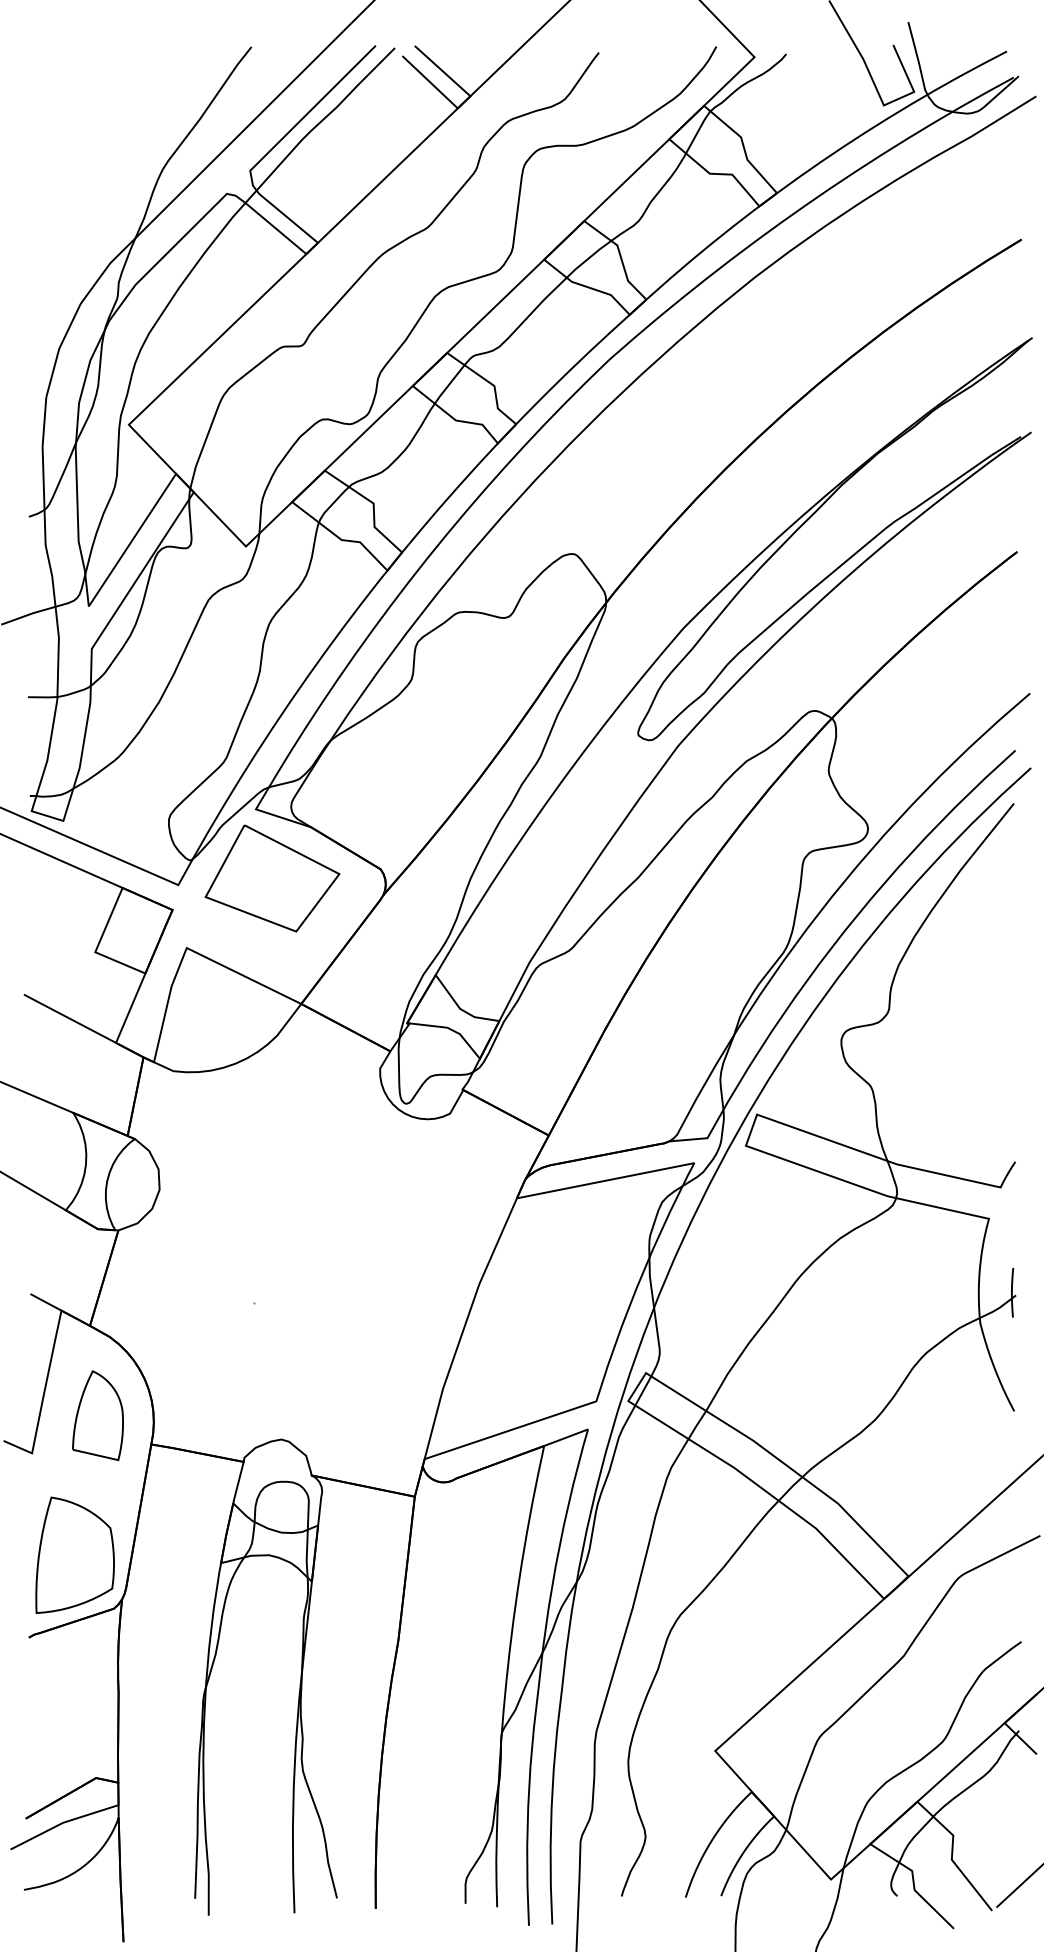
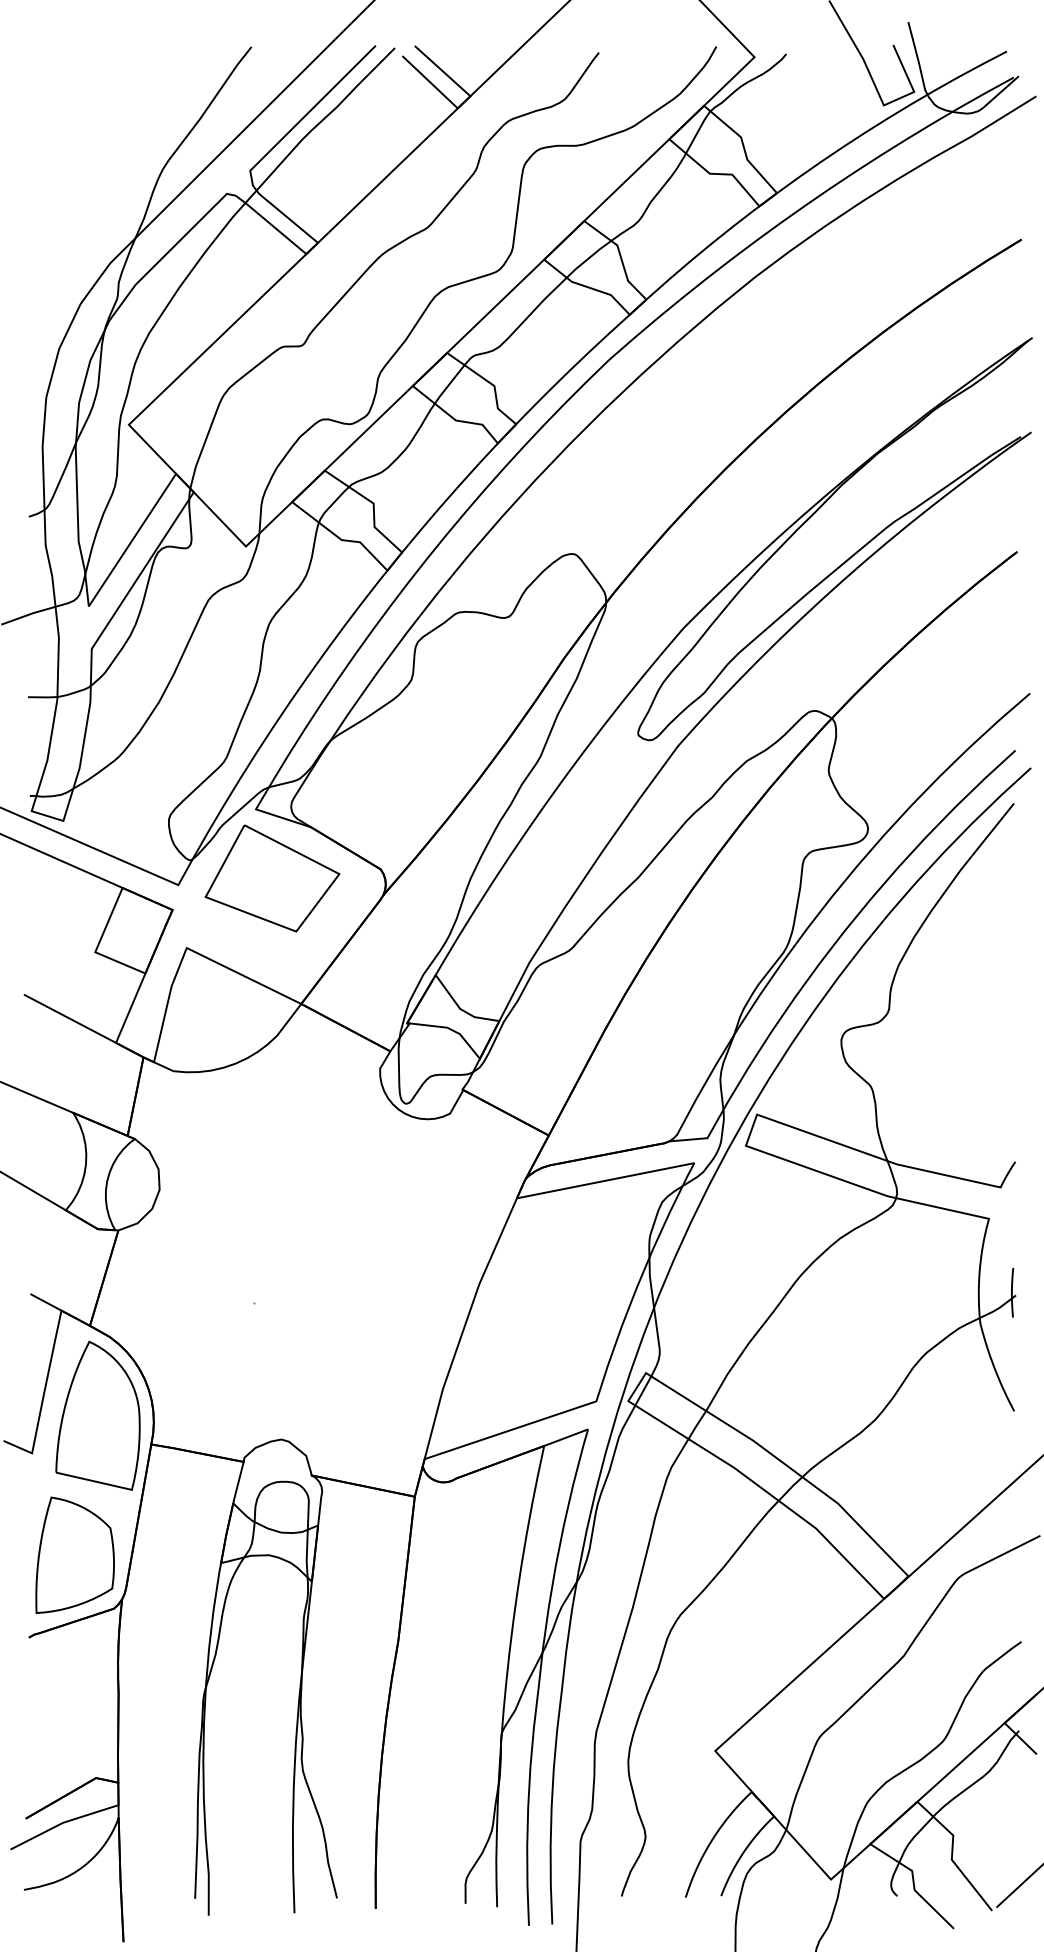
part at (97, 1415) size: 52x92 px -> 86x151 px
